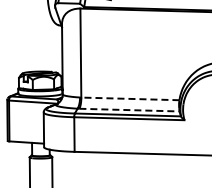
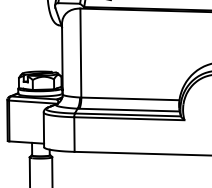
line at (129, 98): dashed -> solid
line at (130, 110): dashed -> solid
